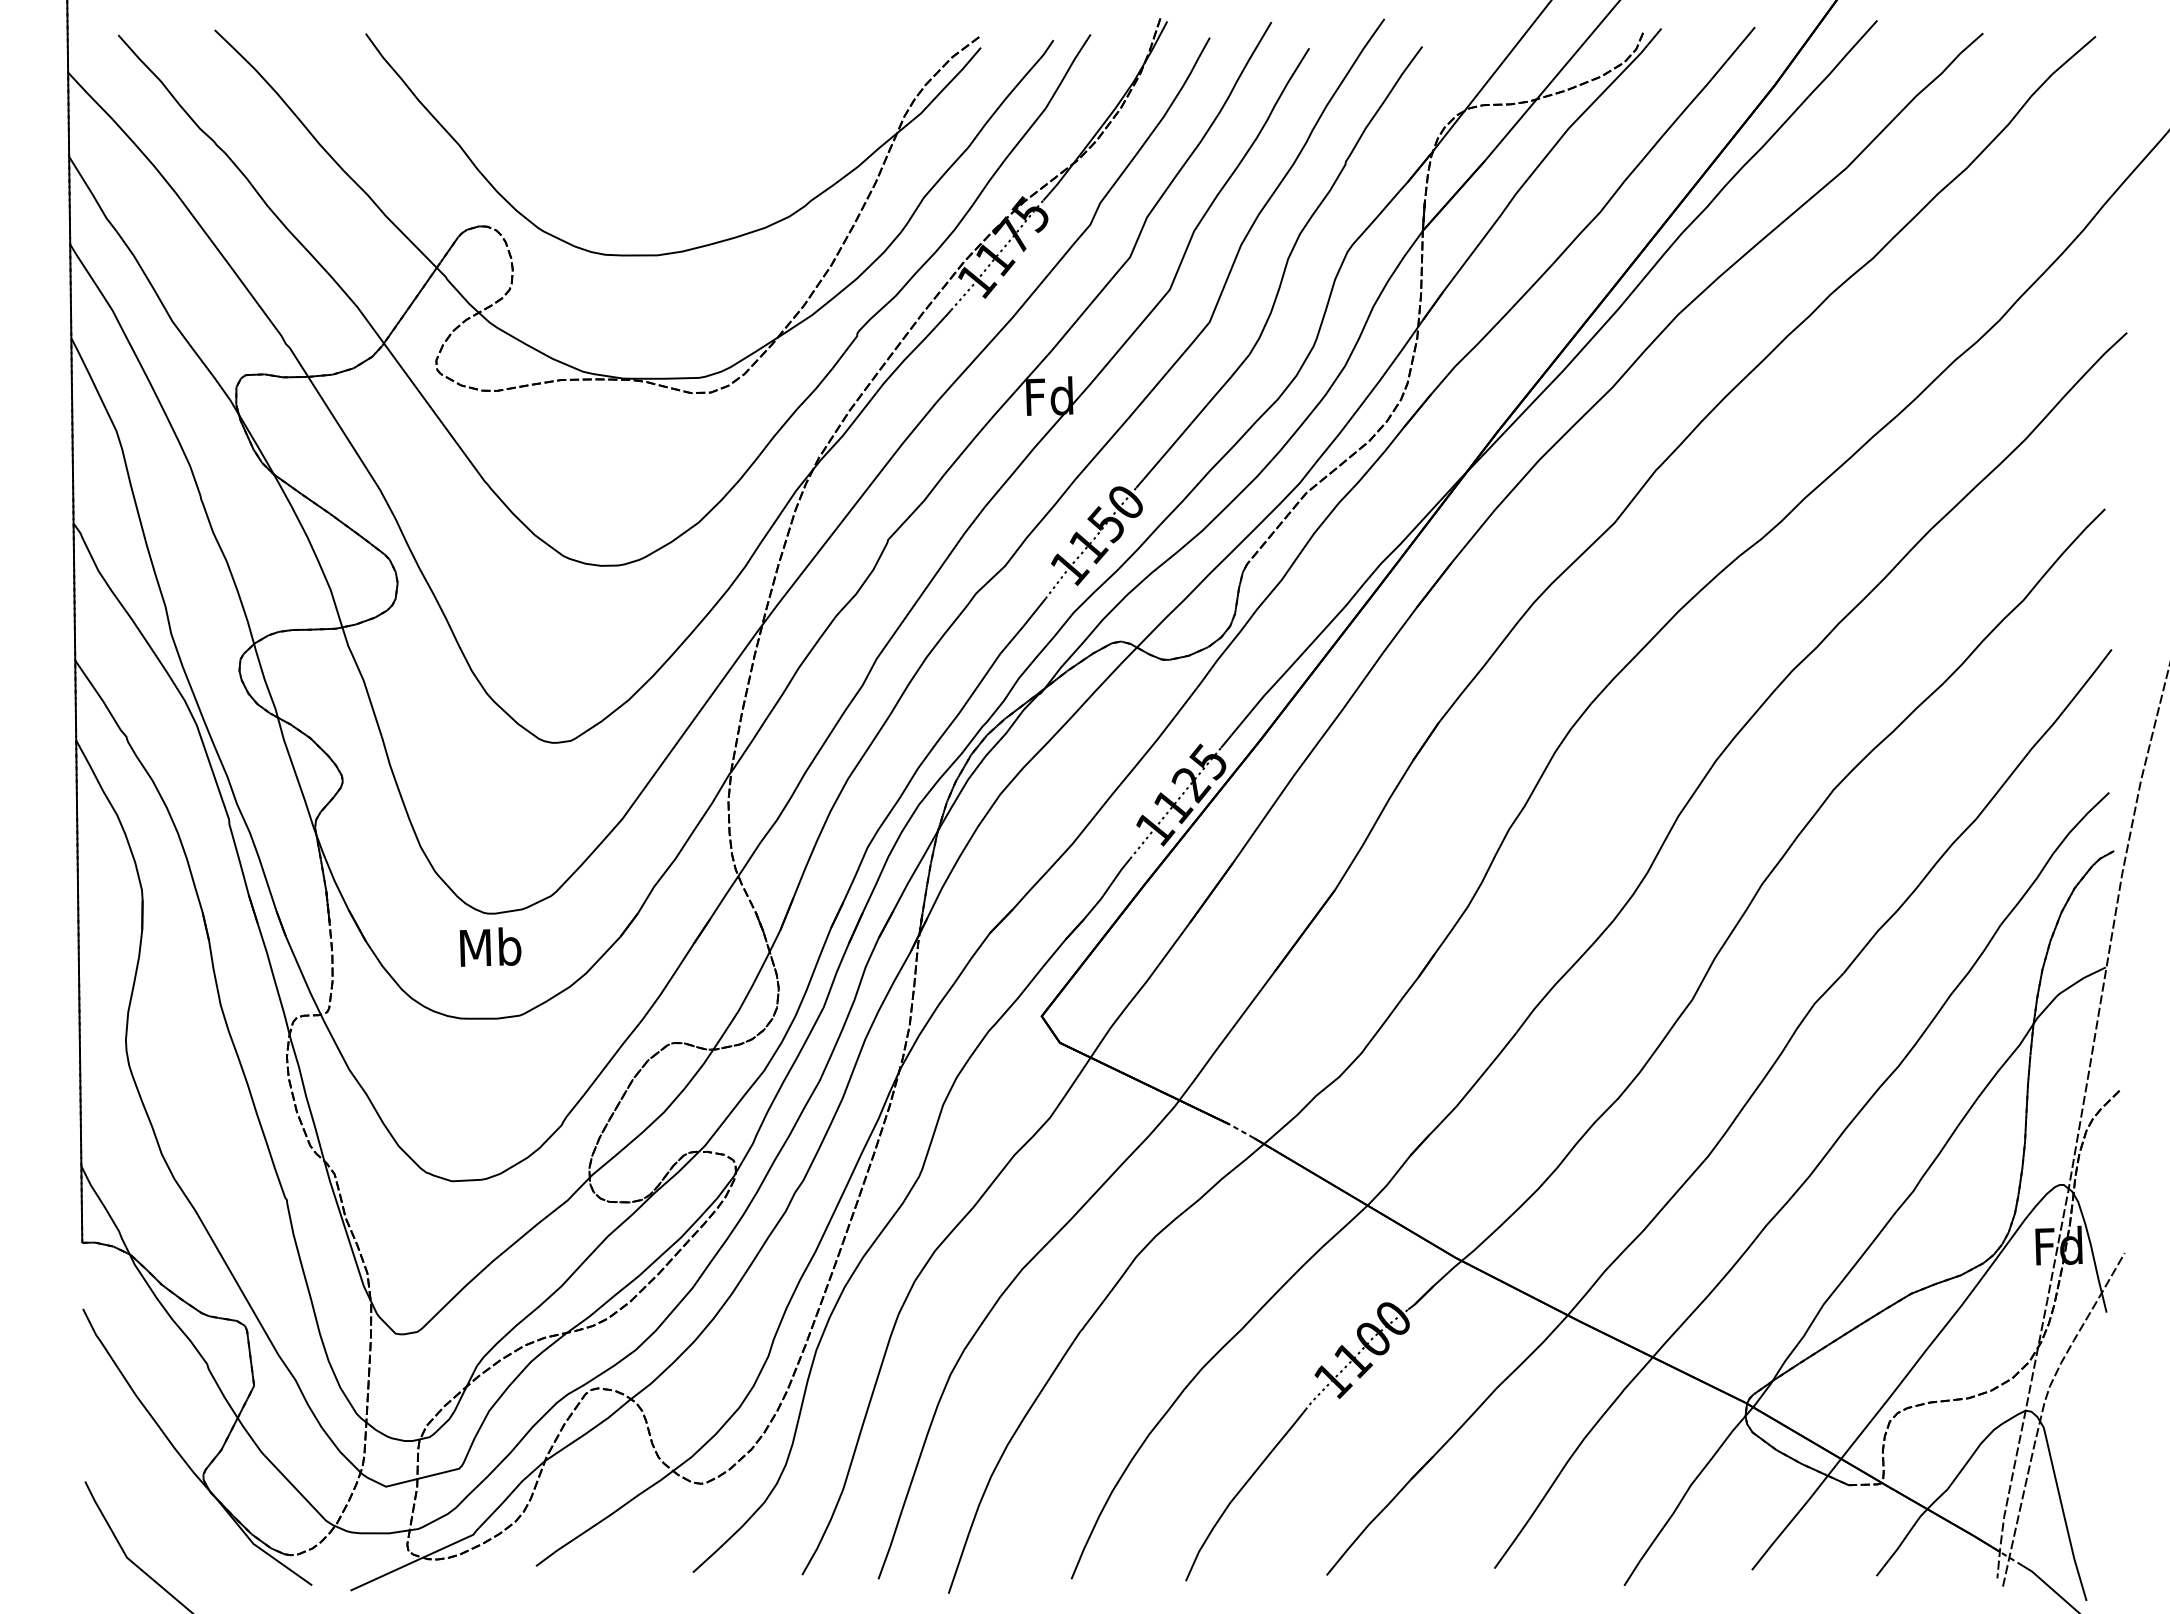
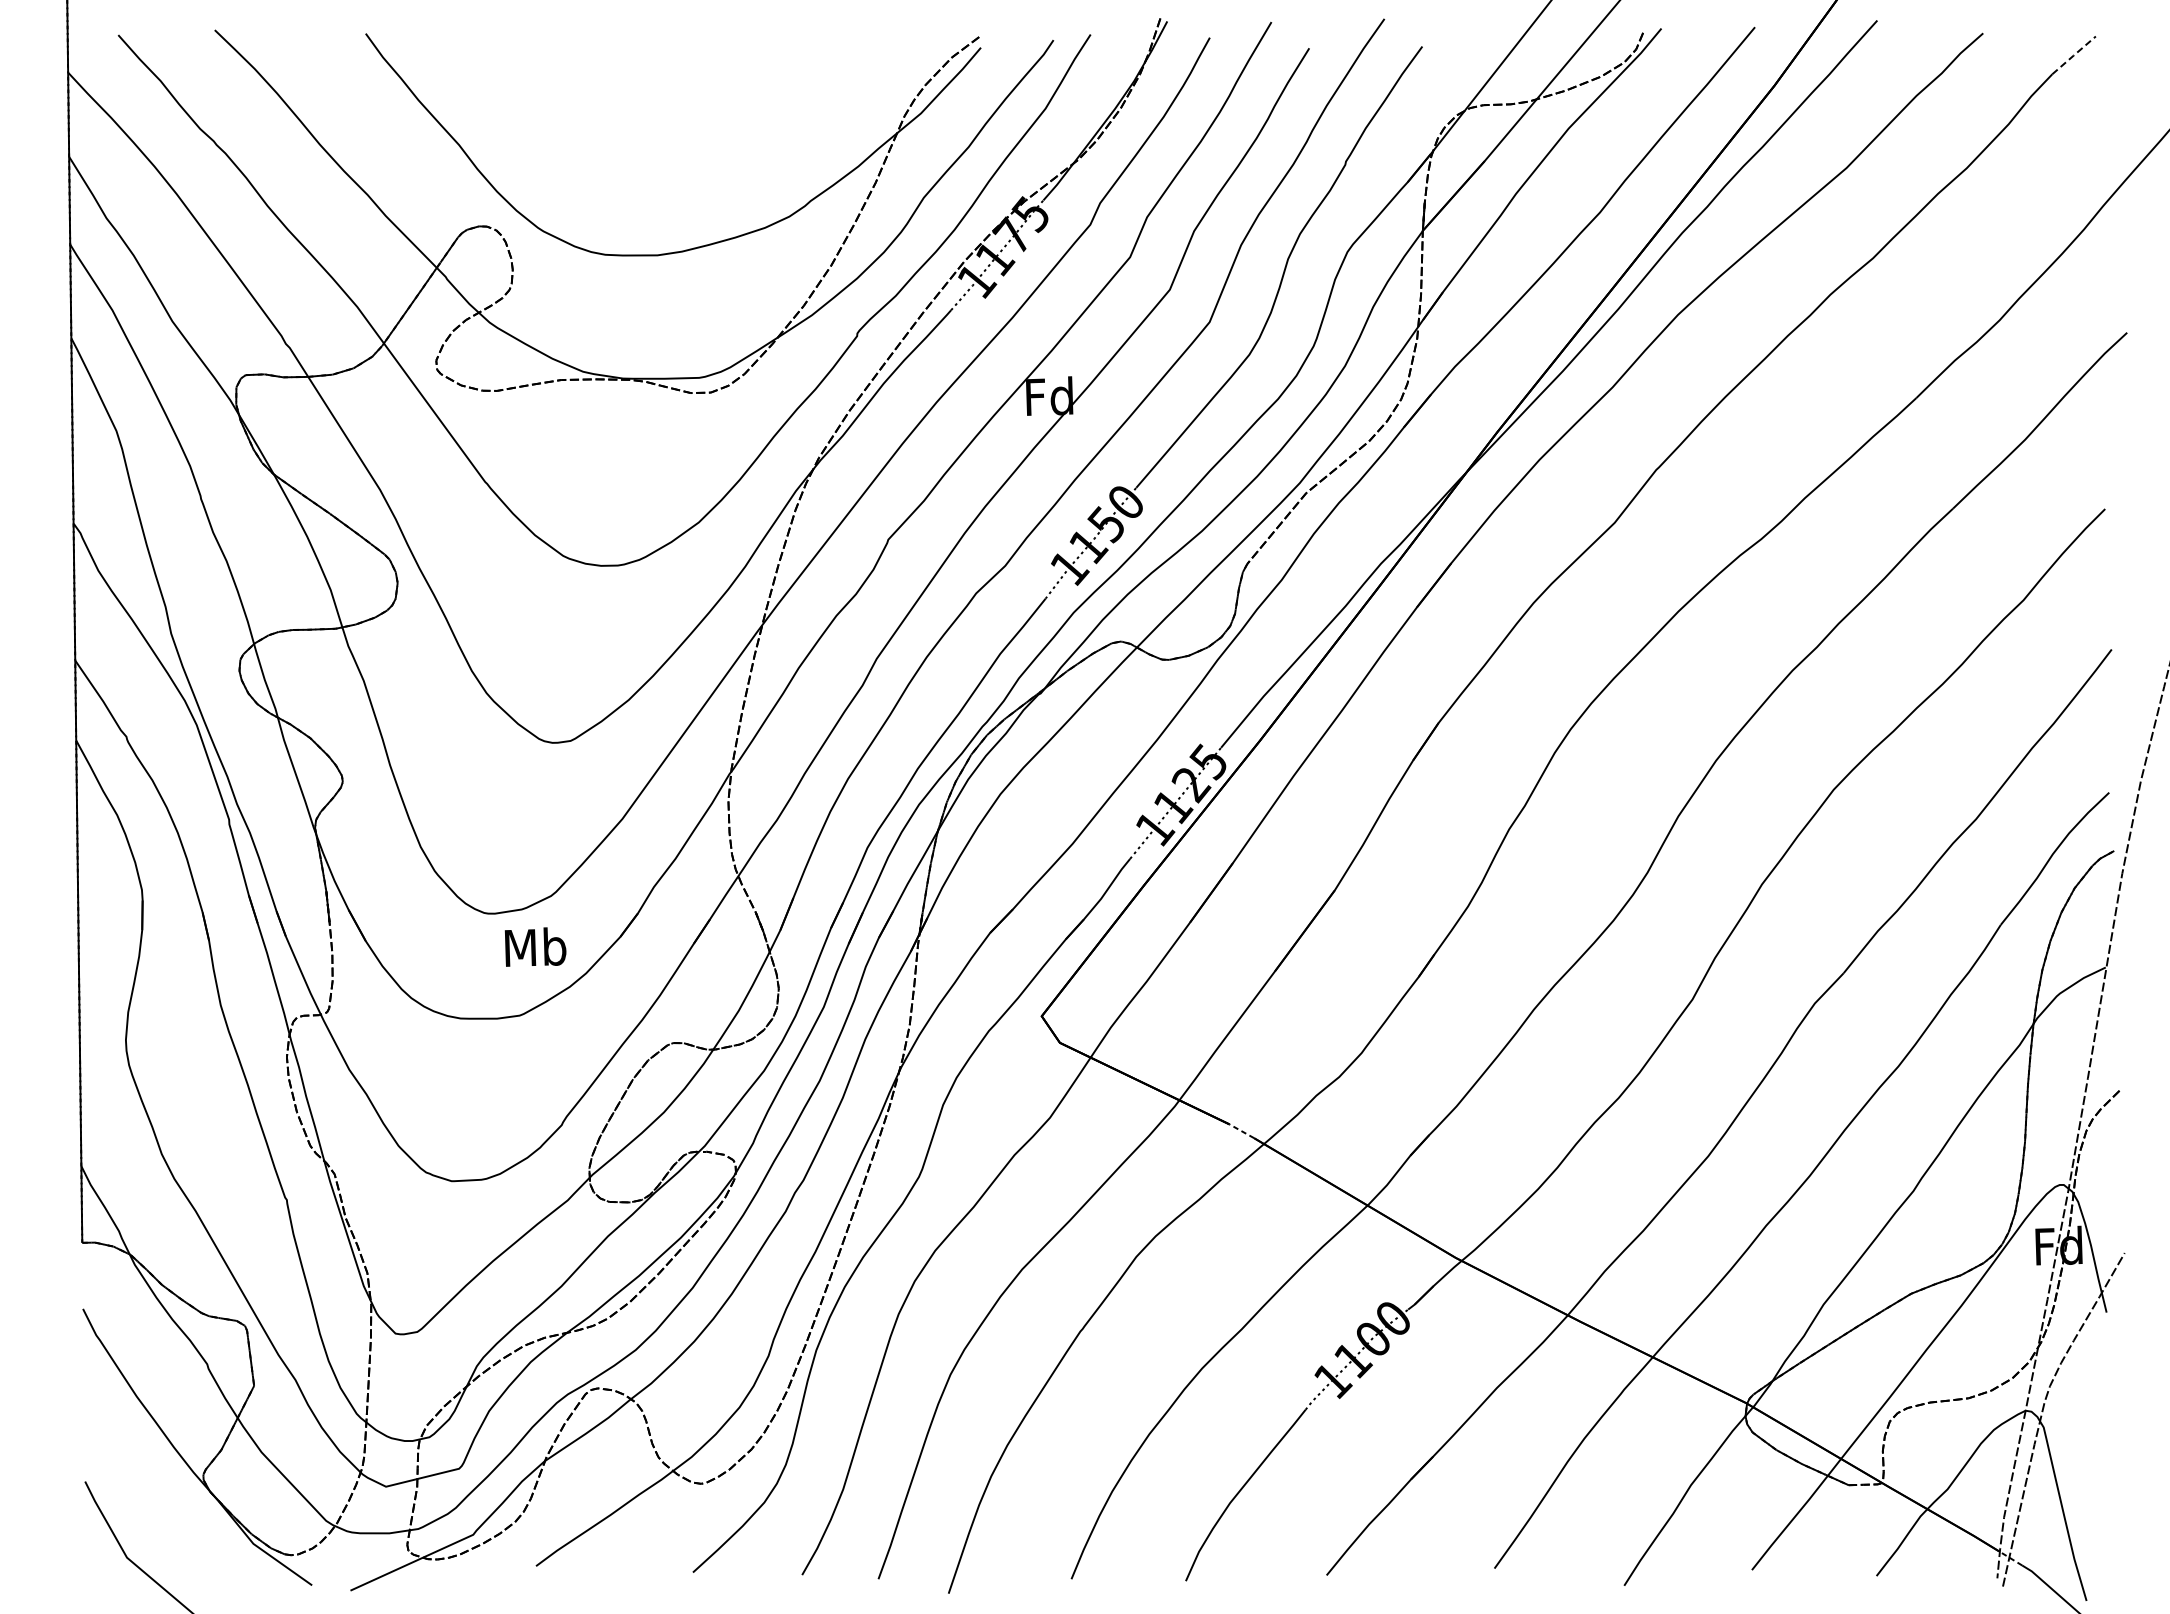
line at (2073, 55): solid -> dashed
text at (490, 946) position: (490, 946) -> (535, 946)
